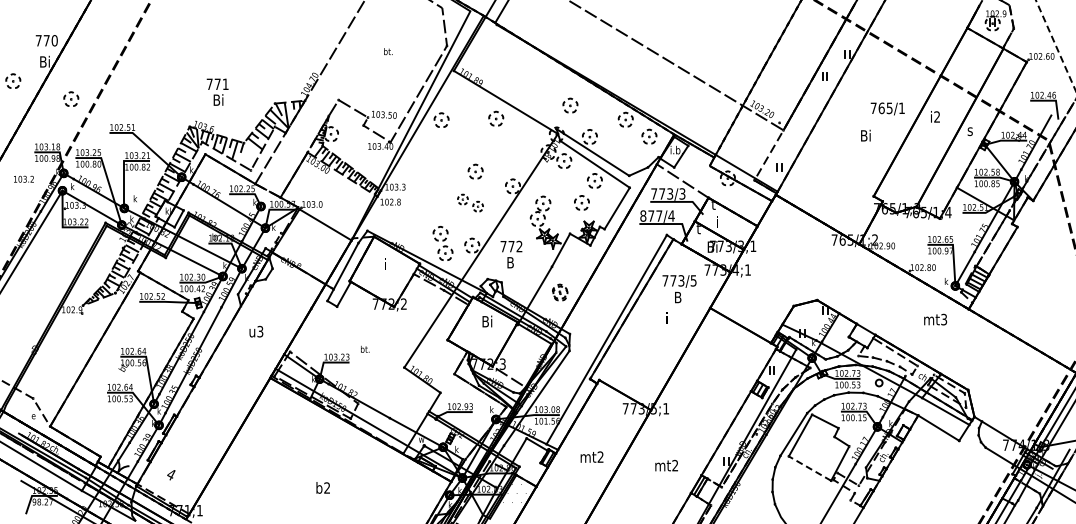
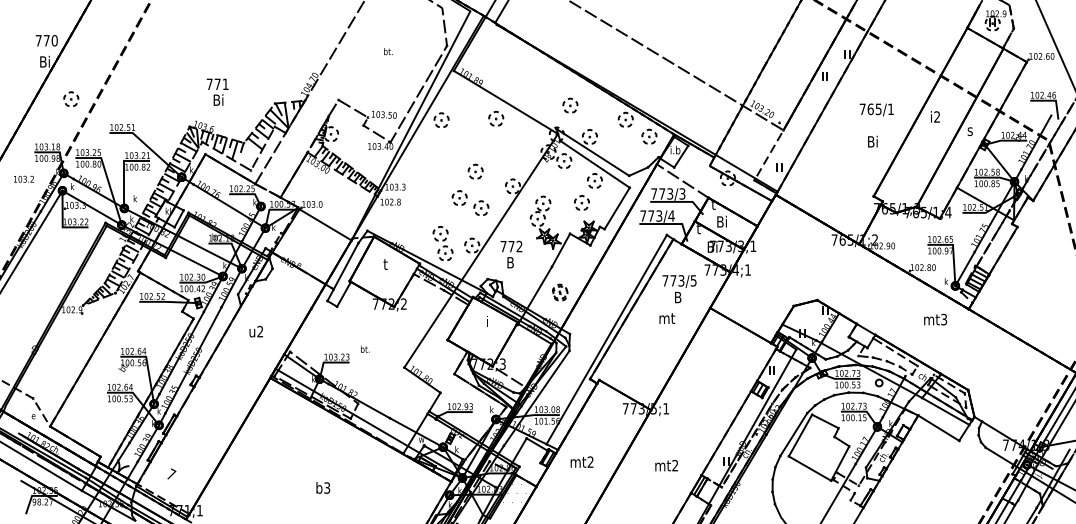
line at (1055, 45): dashed -> solid
part at (13, 80): present -> none
text at (887, 108) position: (887, 108) -> (876, 109)
text at (865, 135) position: (865, 135) -> (872, 141)
part at (470, 202) size: 27x20 px -> 39x26 px
text at (651, 215): 877/4 -> 773/4
text at (721, 221): i -> Bi
text at (385, 263): i -> t
text at (667, 317): i -> mt
text at (487, 321): Bi -> i
text at (260, 331): u3 -> u2
text at (591, 456) position: (591, 456) -> (581, 461)
line at (809, 468): dashed -> solid
text at (171, 474): 4 -> 7
text at (327, 487): b2 -> b3
